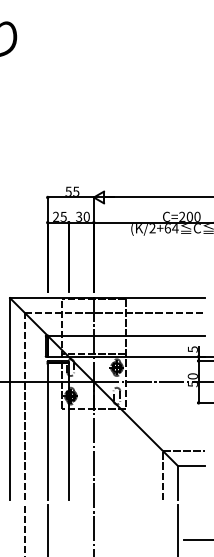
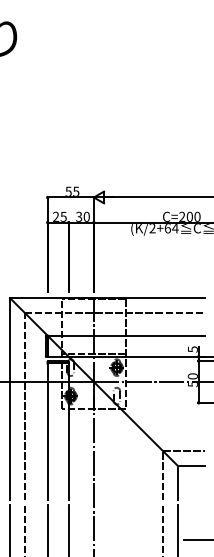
line at (10, 529): none -> present
line at (68, 529): none -> present
line at (163, 529): none -> present
